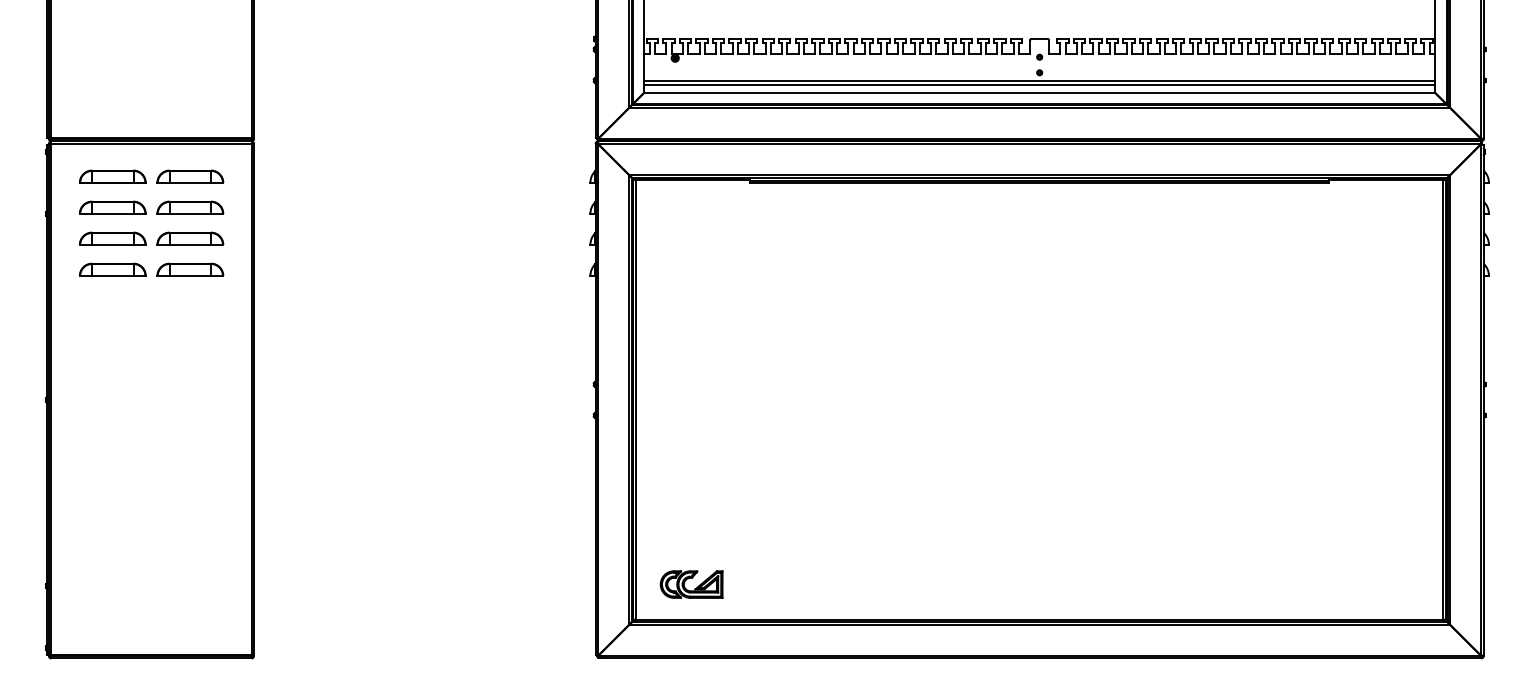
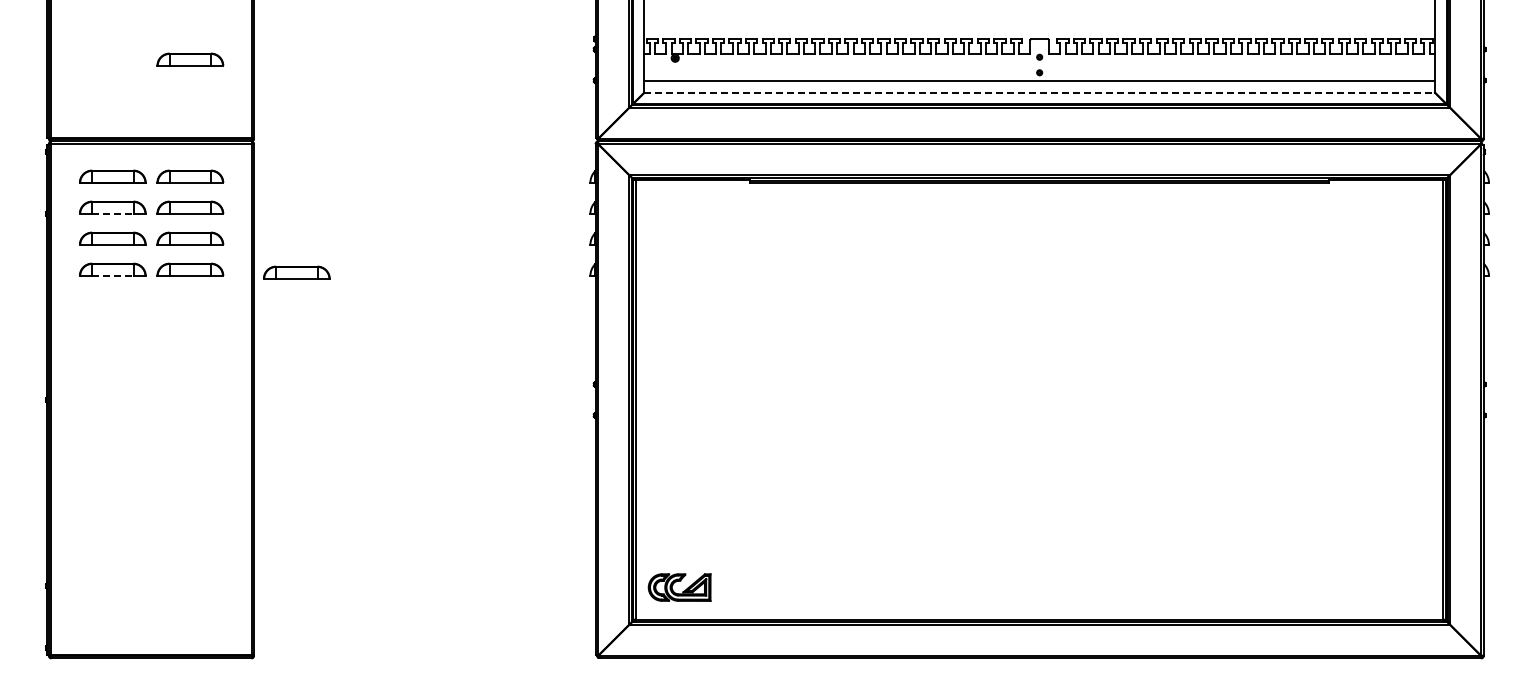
part at (190, 59): none -> present
line at (1039, 85): present -> none
line at (1040, 92): solid -> dashed
line at (112, 213): solid -> dashed
part at (296, 272): none -> present
line at (112, 275): solid -> dashed
part at (691, 584) position: (691, 584) -> (679, 587)
